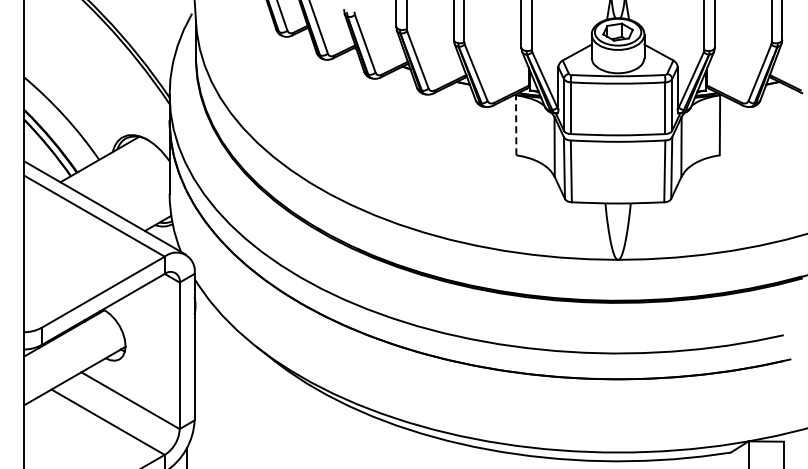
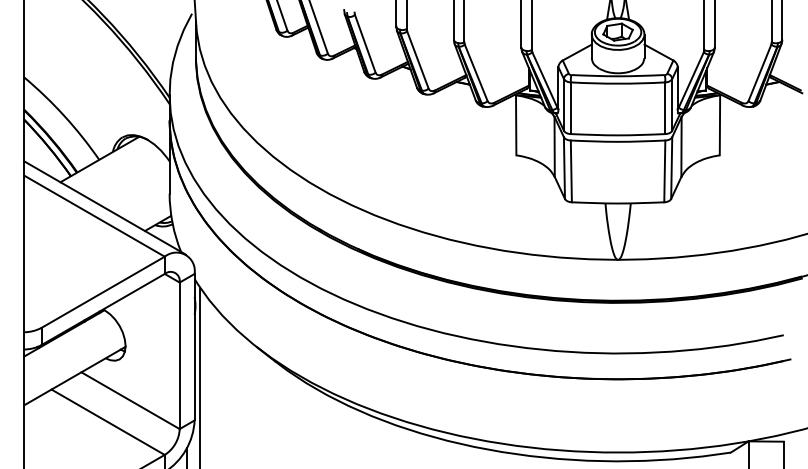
line at (516, 124): dashed -> solid
line at (200, 376): none -> present
